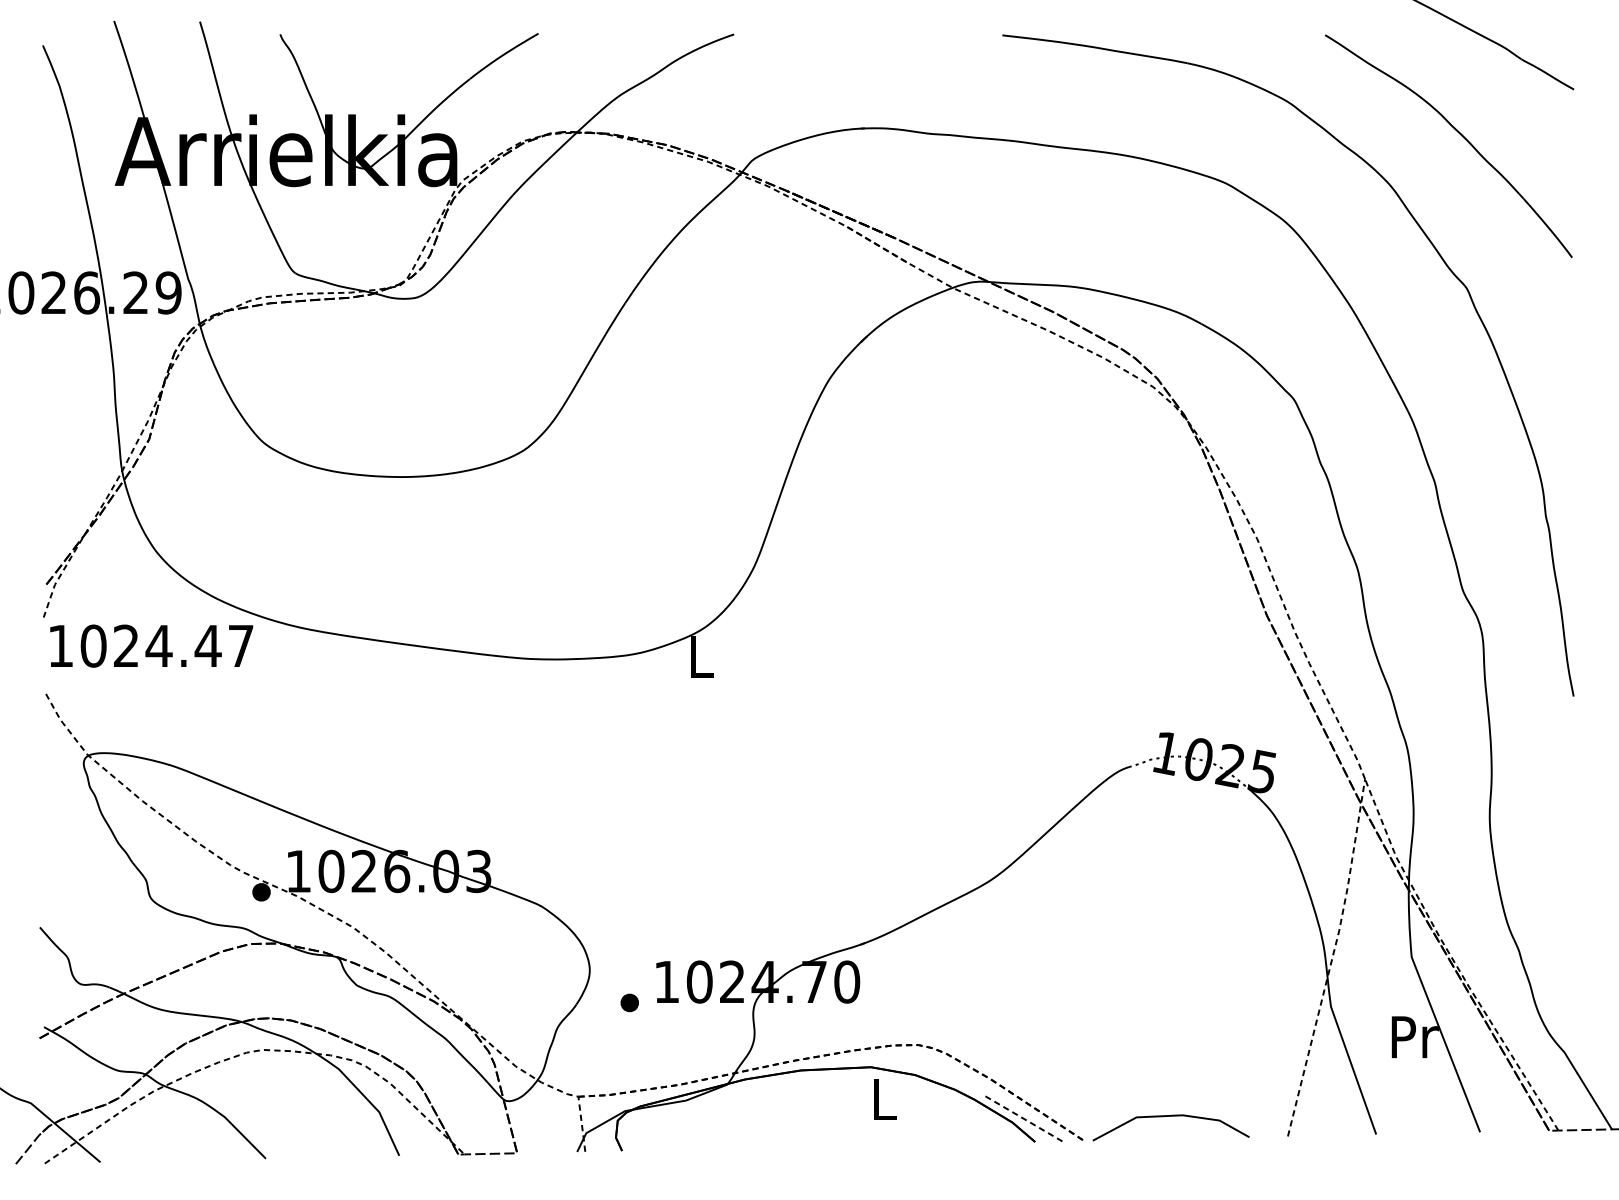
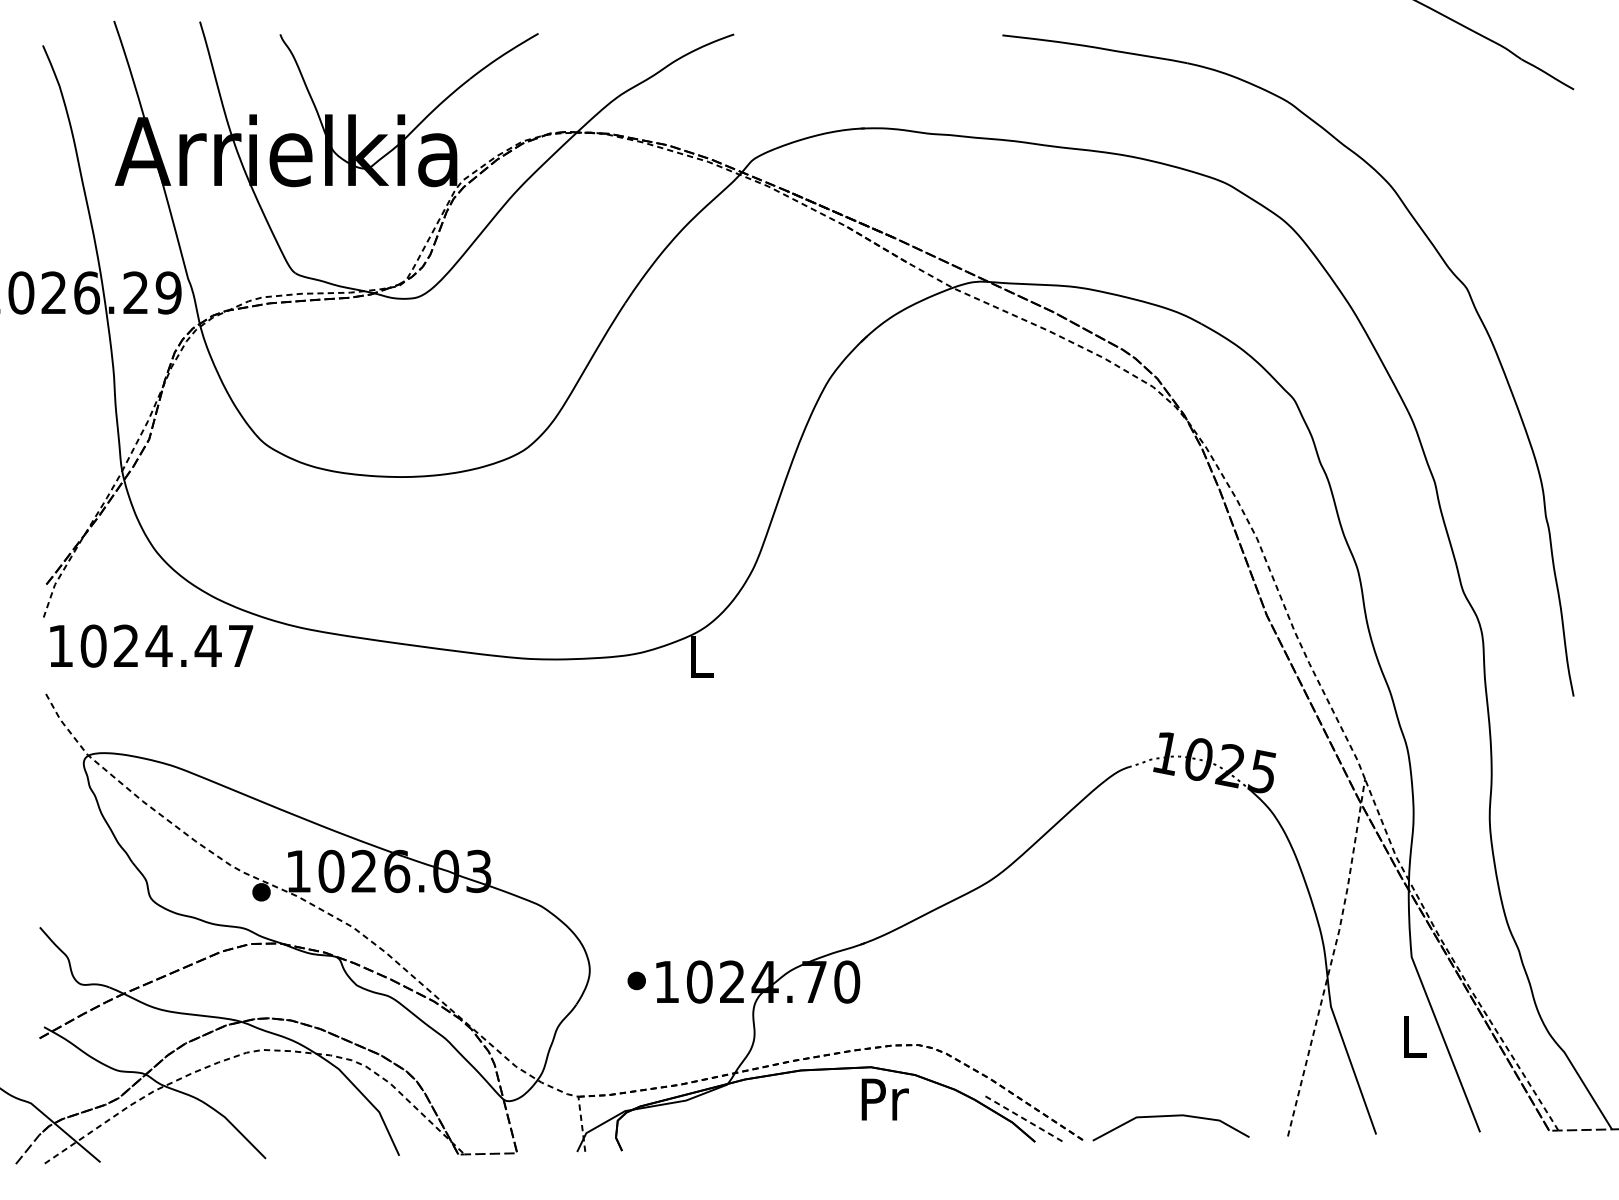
part at (1459, 134): present -> none
part at (629, 1002) position: (629, 1002) -> (636, 980)
text at (1414, 1037): Pr -> L
text at (884, 1099): L -> Pr
